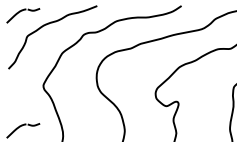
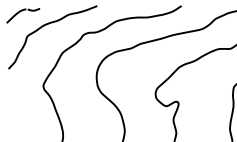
part at (23, 130): present -> none
